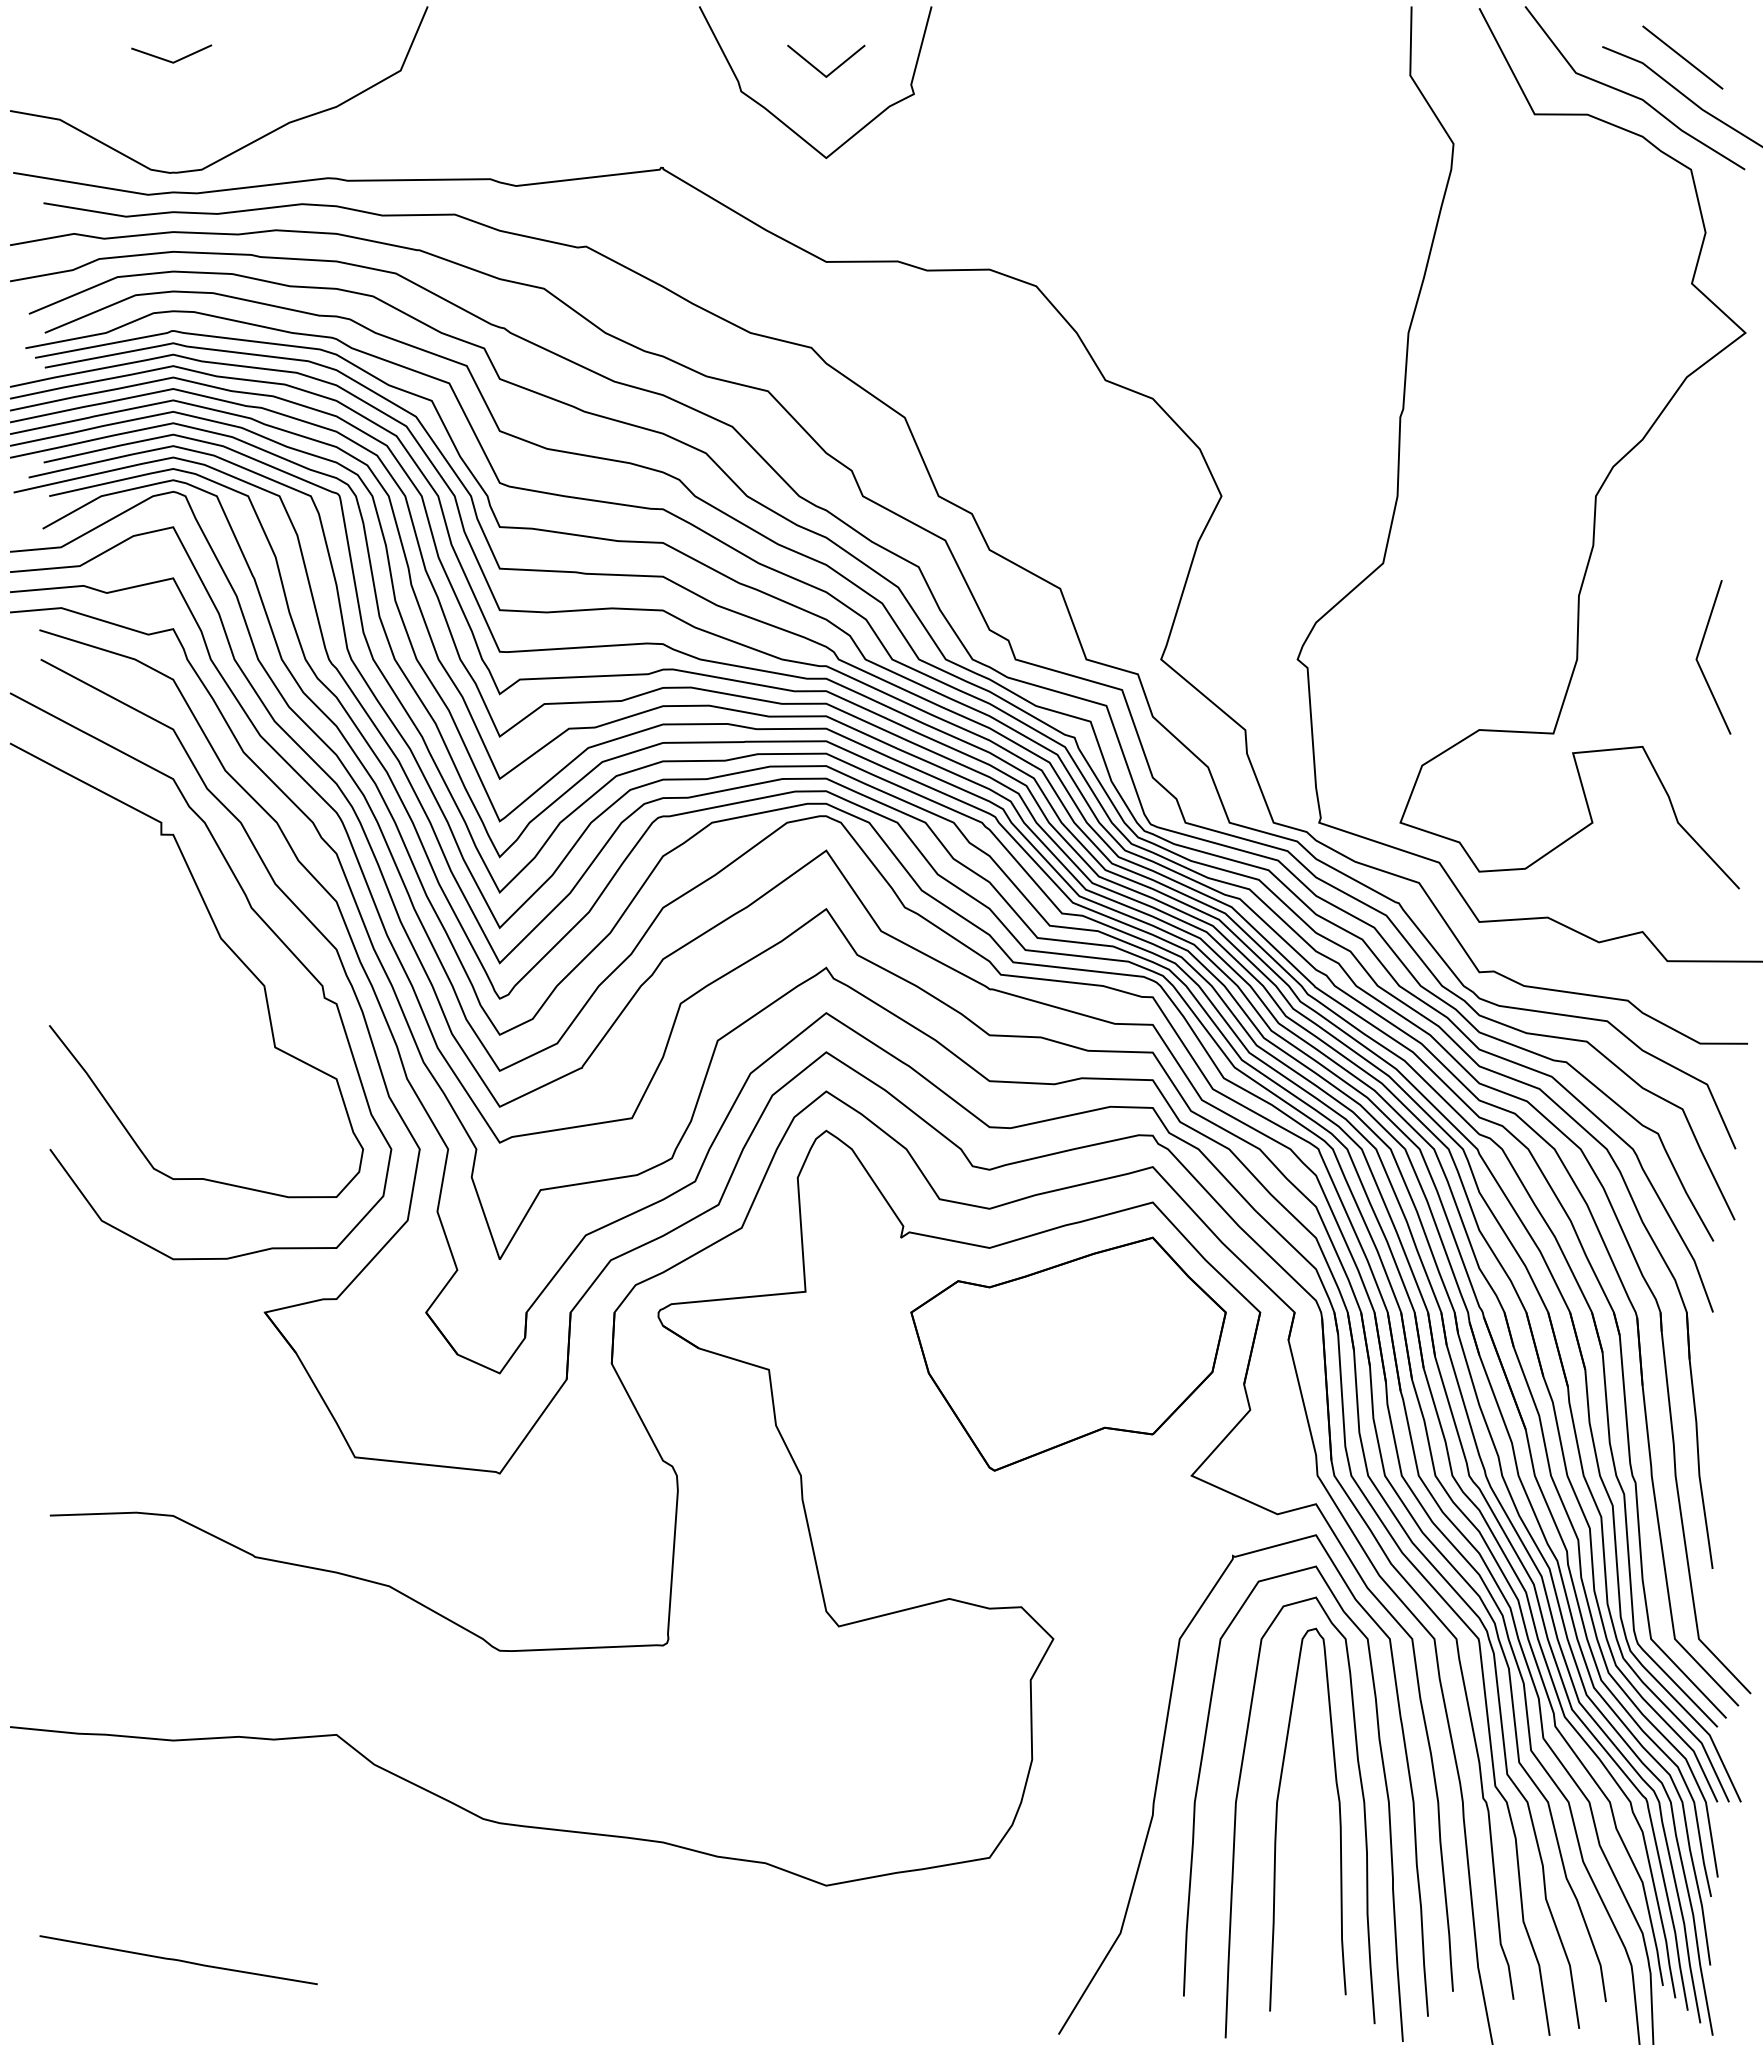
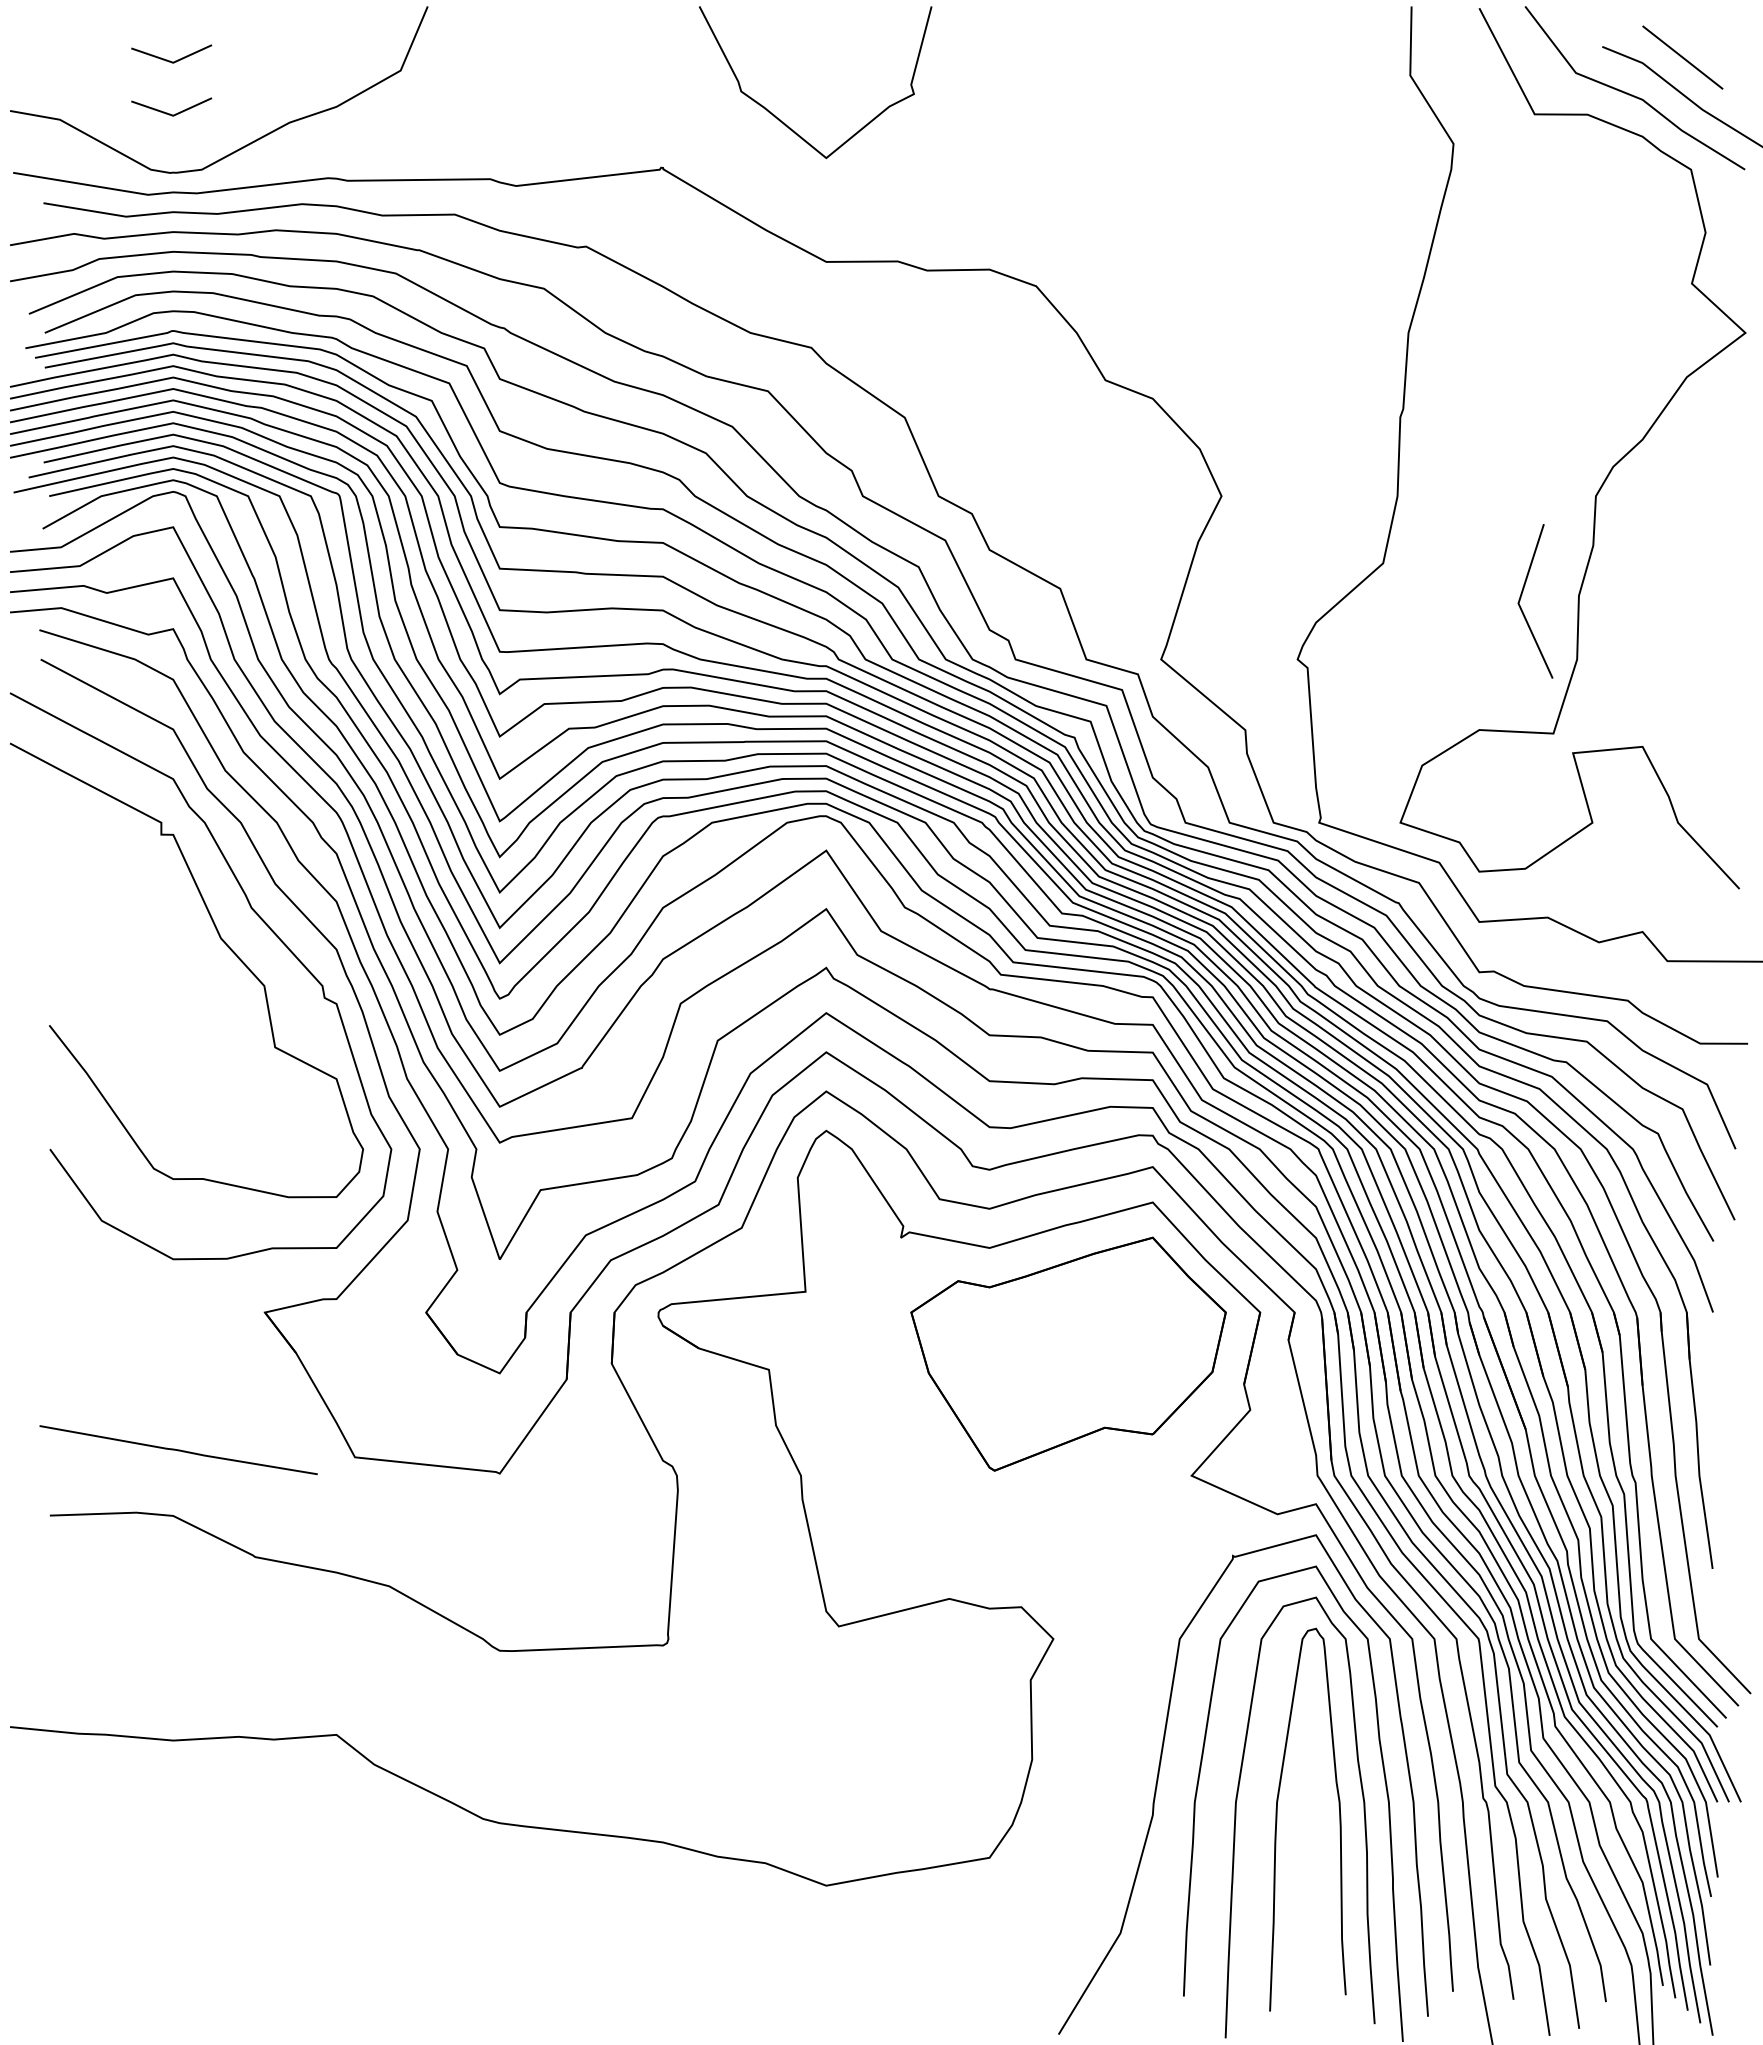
line at (833, 69): present -> none
line at (170, 113): none -> present
line at (1699, 653) position: (1699, 653) -> (1521, 597)
curve at (178, 1960) position: (178, 1960) -> (178, 1450)
